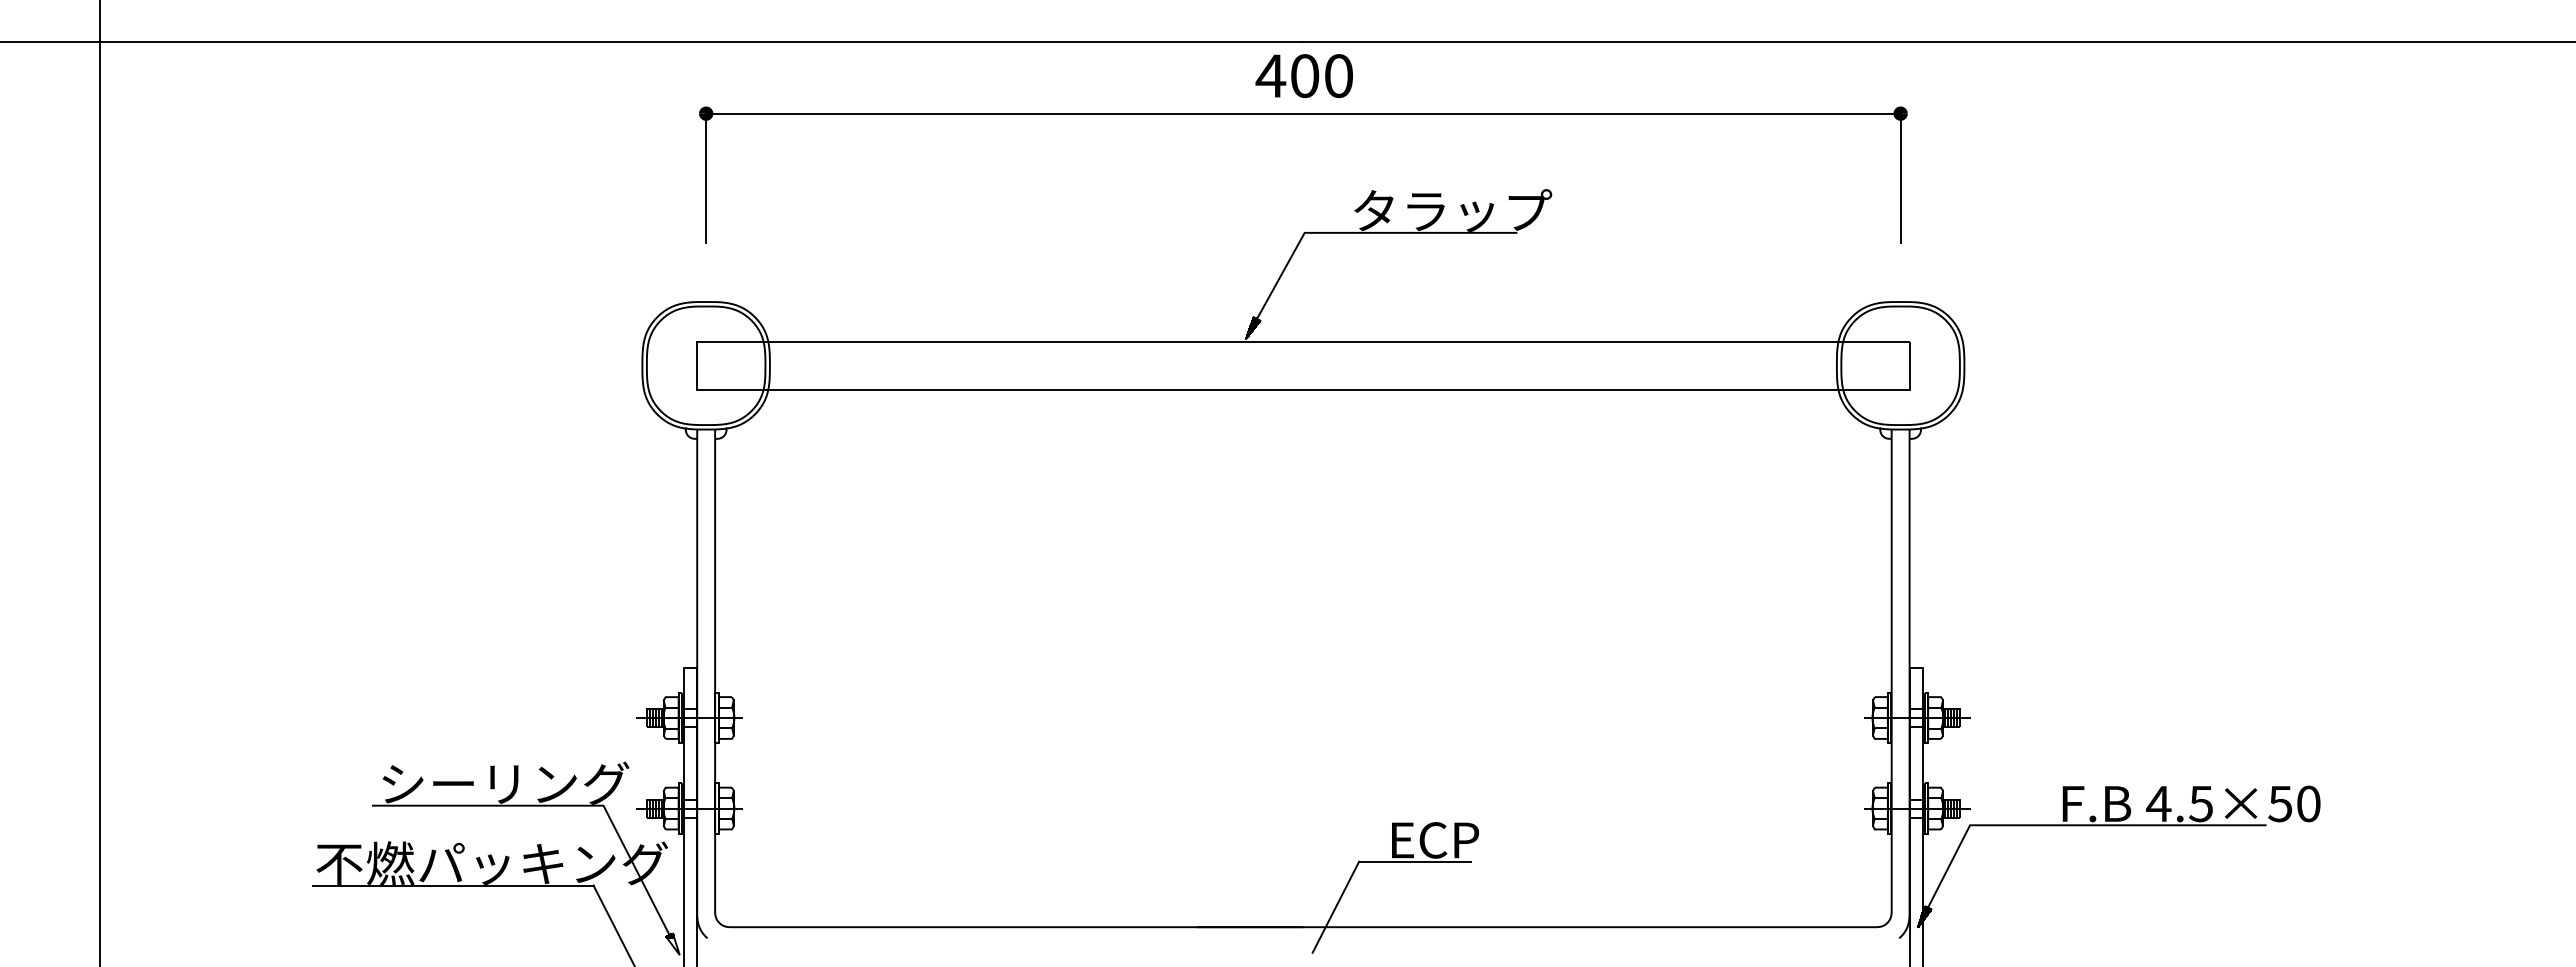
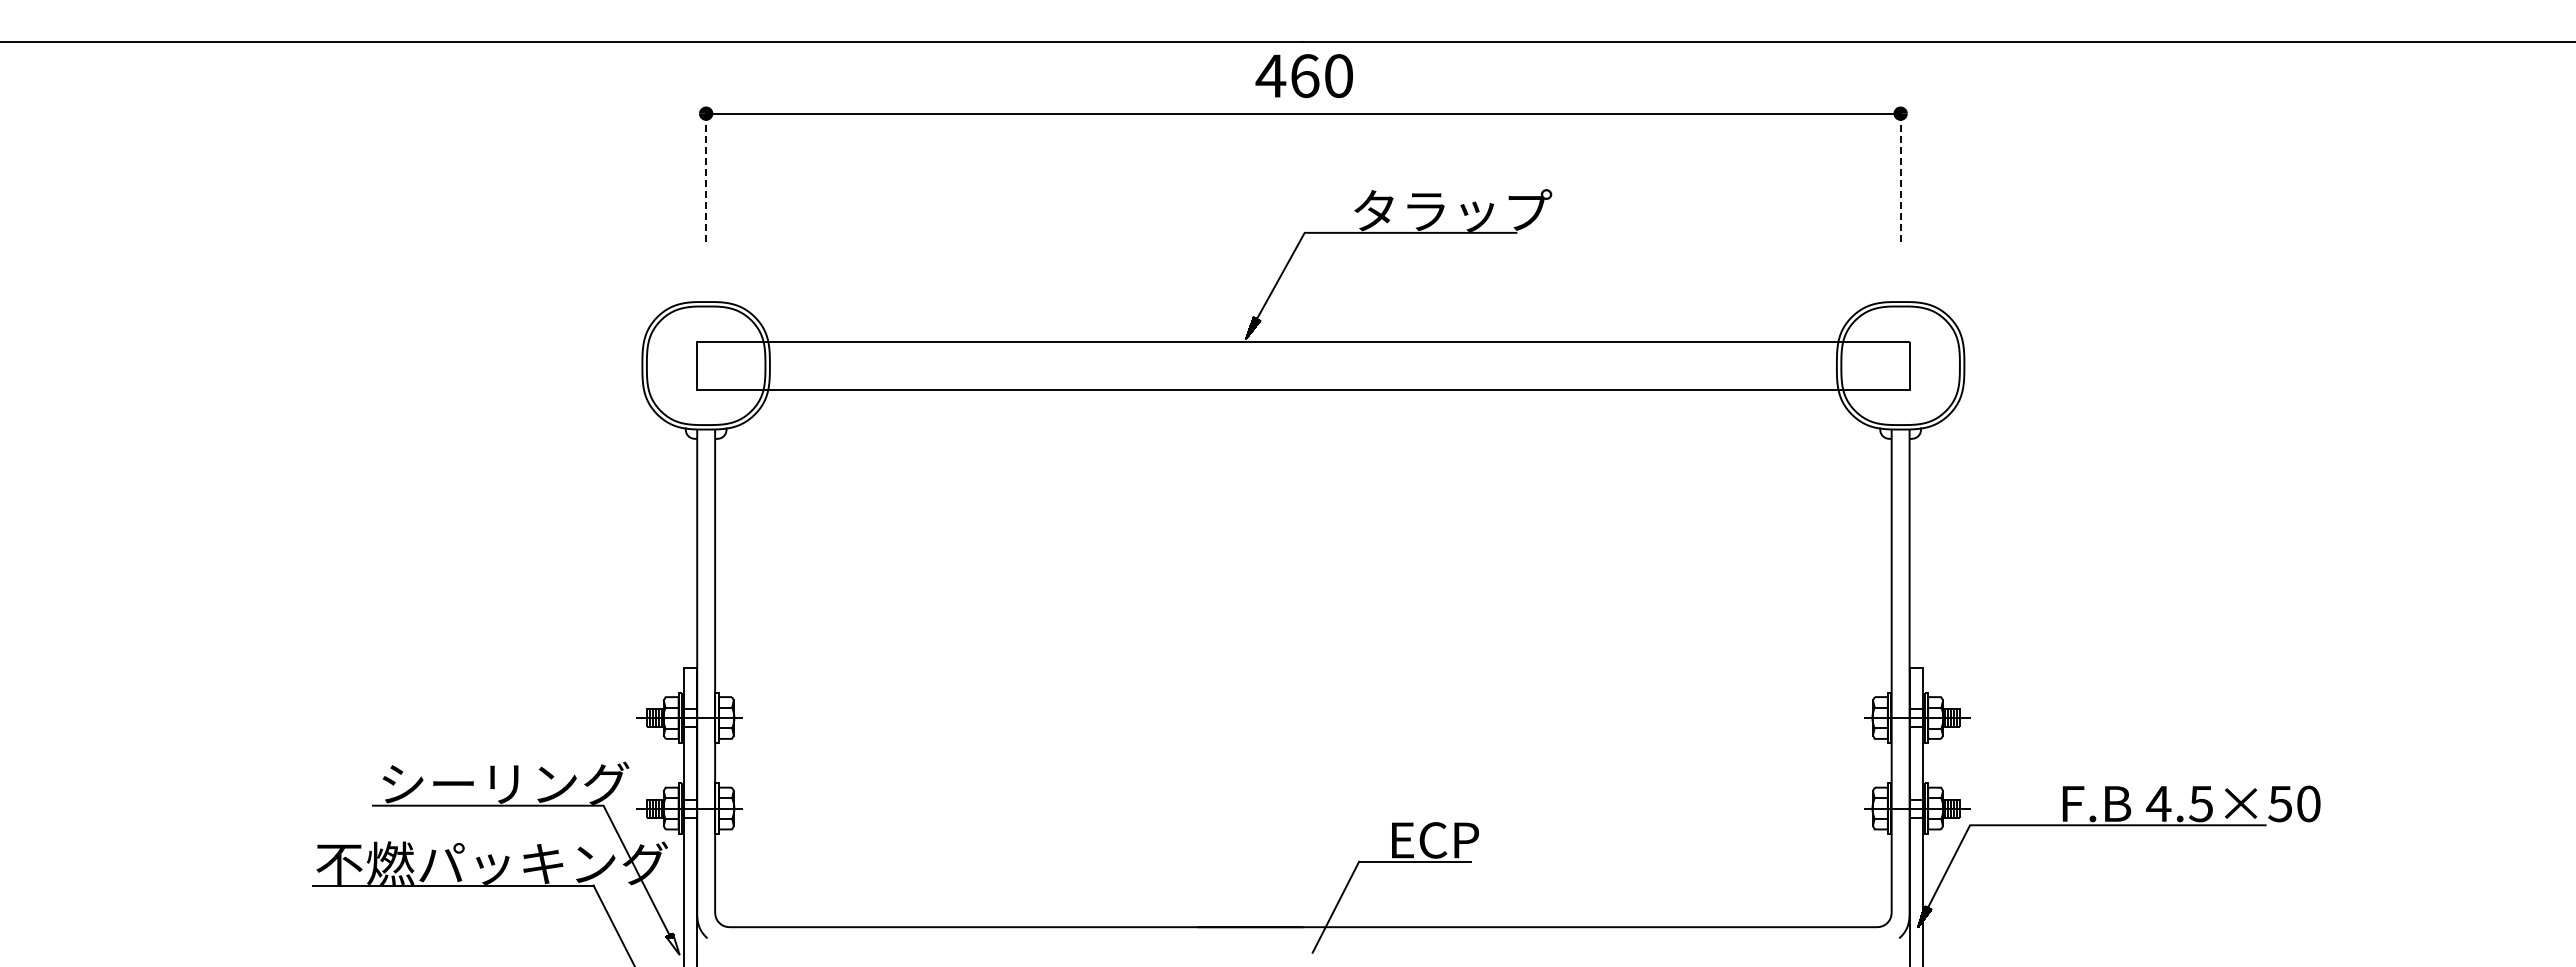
text at (1305, 76): 400 -> 460
line at (706, 178): solid -> dashed
line at (1900, 178): solid -> dashed
line at (99, 482): present -> none
